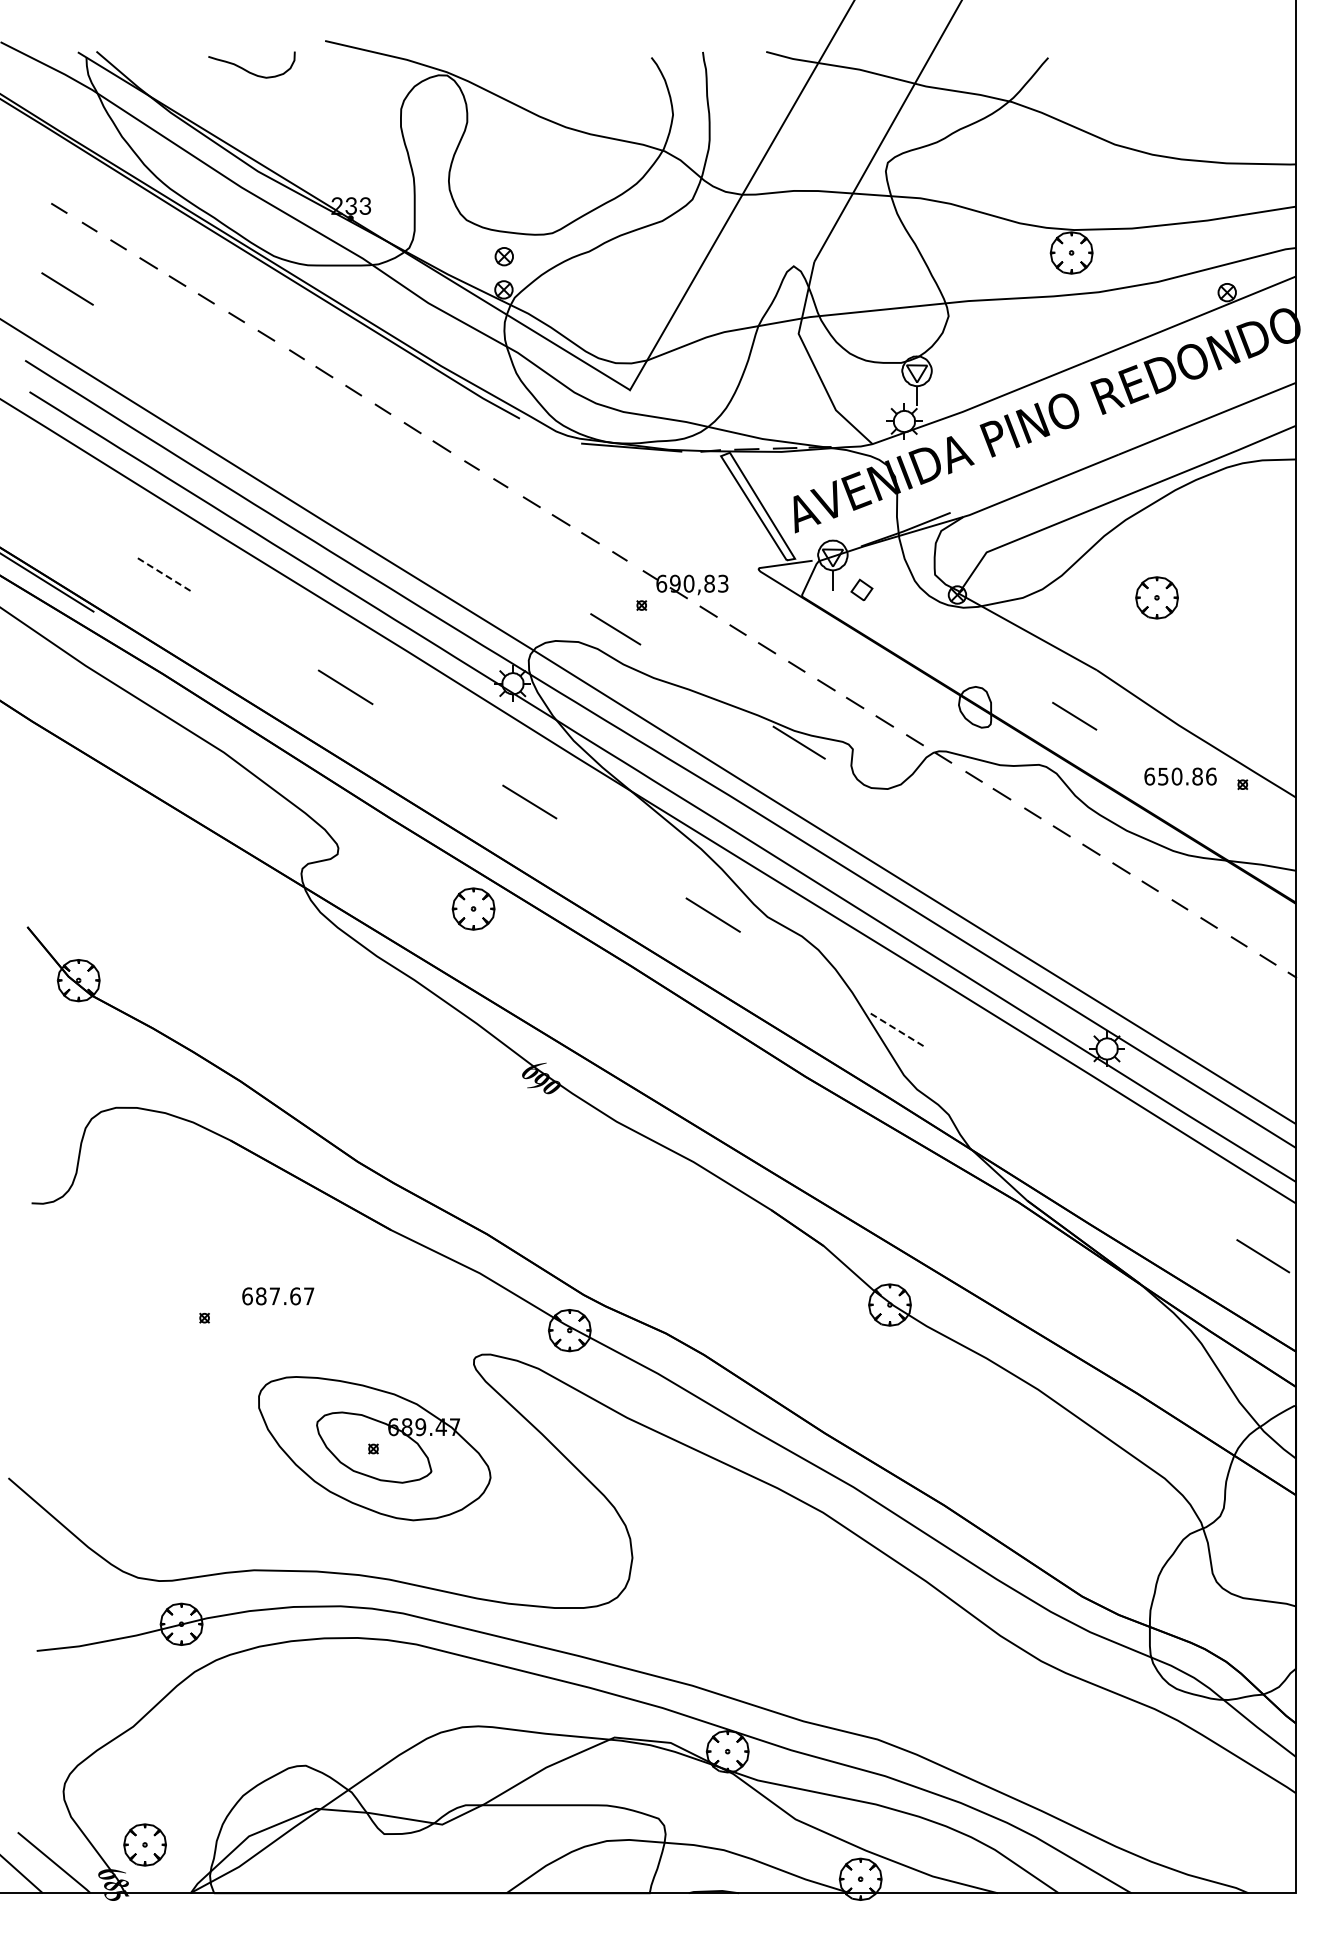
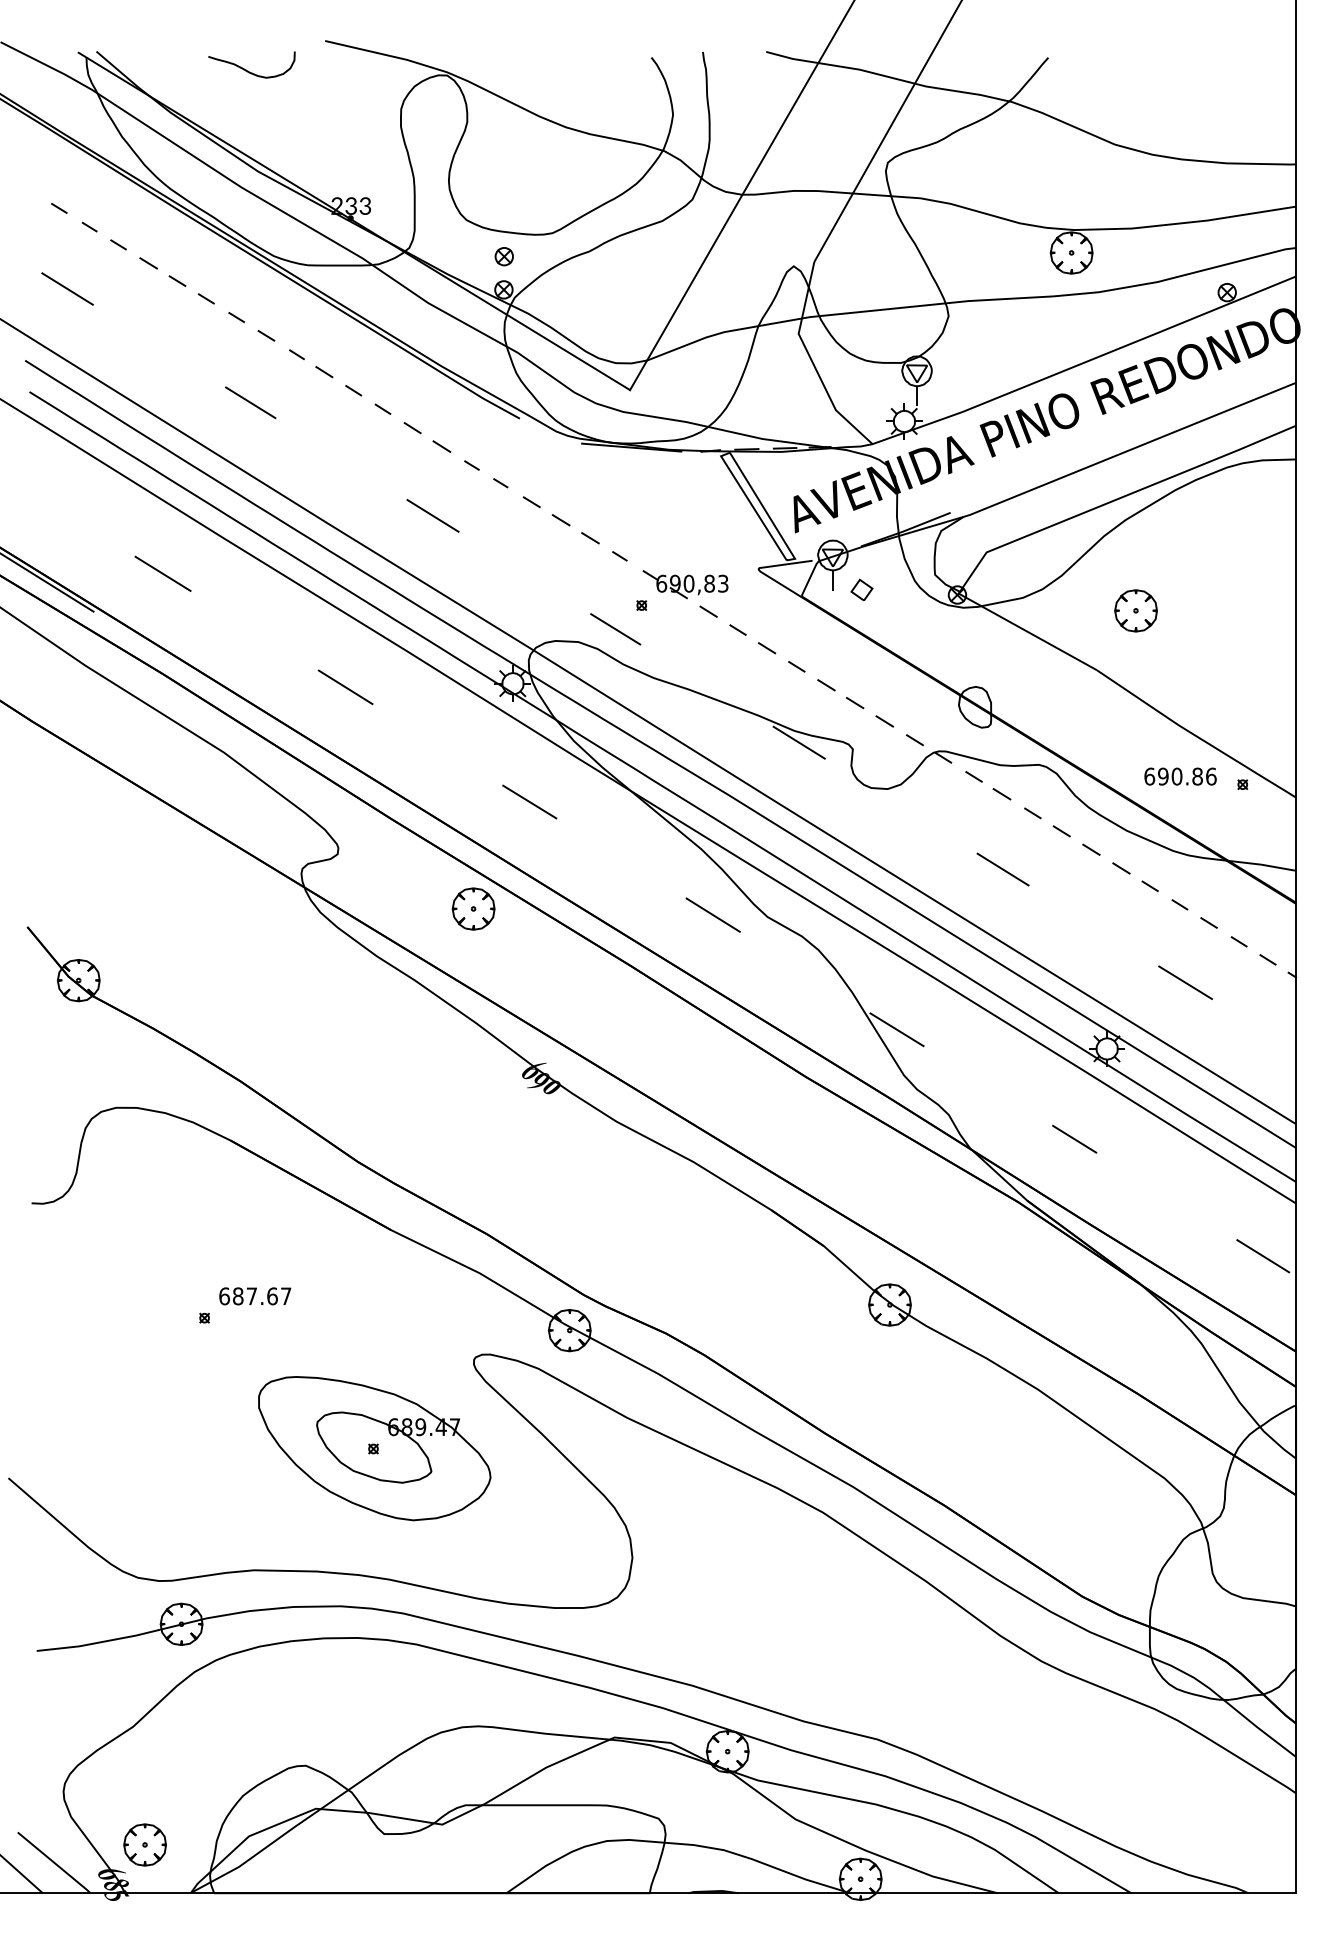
line at (250, 402): none -> present
line at (432, 515): none -> present
line at (162, 573): dashed -> solid
part at (1156, 597) position: (1156, 597) -> (1135, 610)
line at (1074, 716) position: (1074, 716) -> (1074, 1139)
text at (1163, 776): 650.86 -> 690.86
line at (1002, 869): none -> present
line at (1185, 982): none -> present
line at (896, 1029): dashed -> solid
text at (278, 1296) position: (278, 1296) -> (255, 1296)
